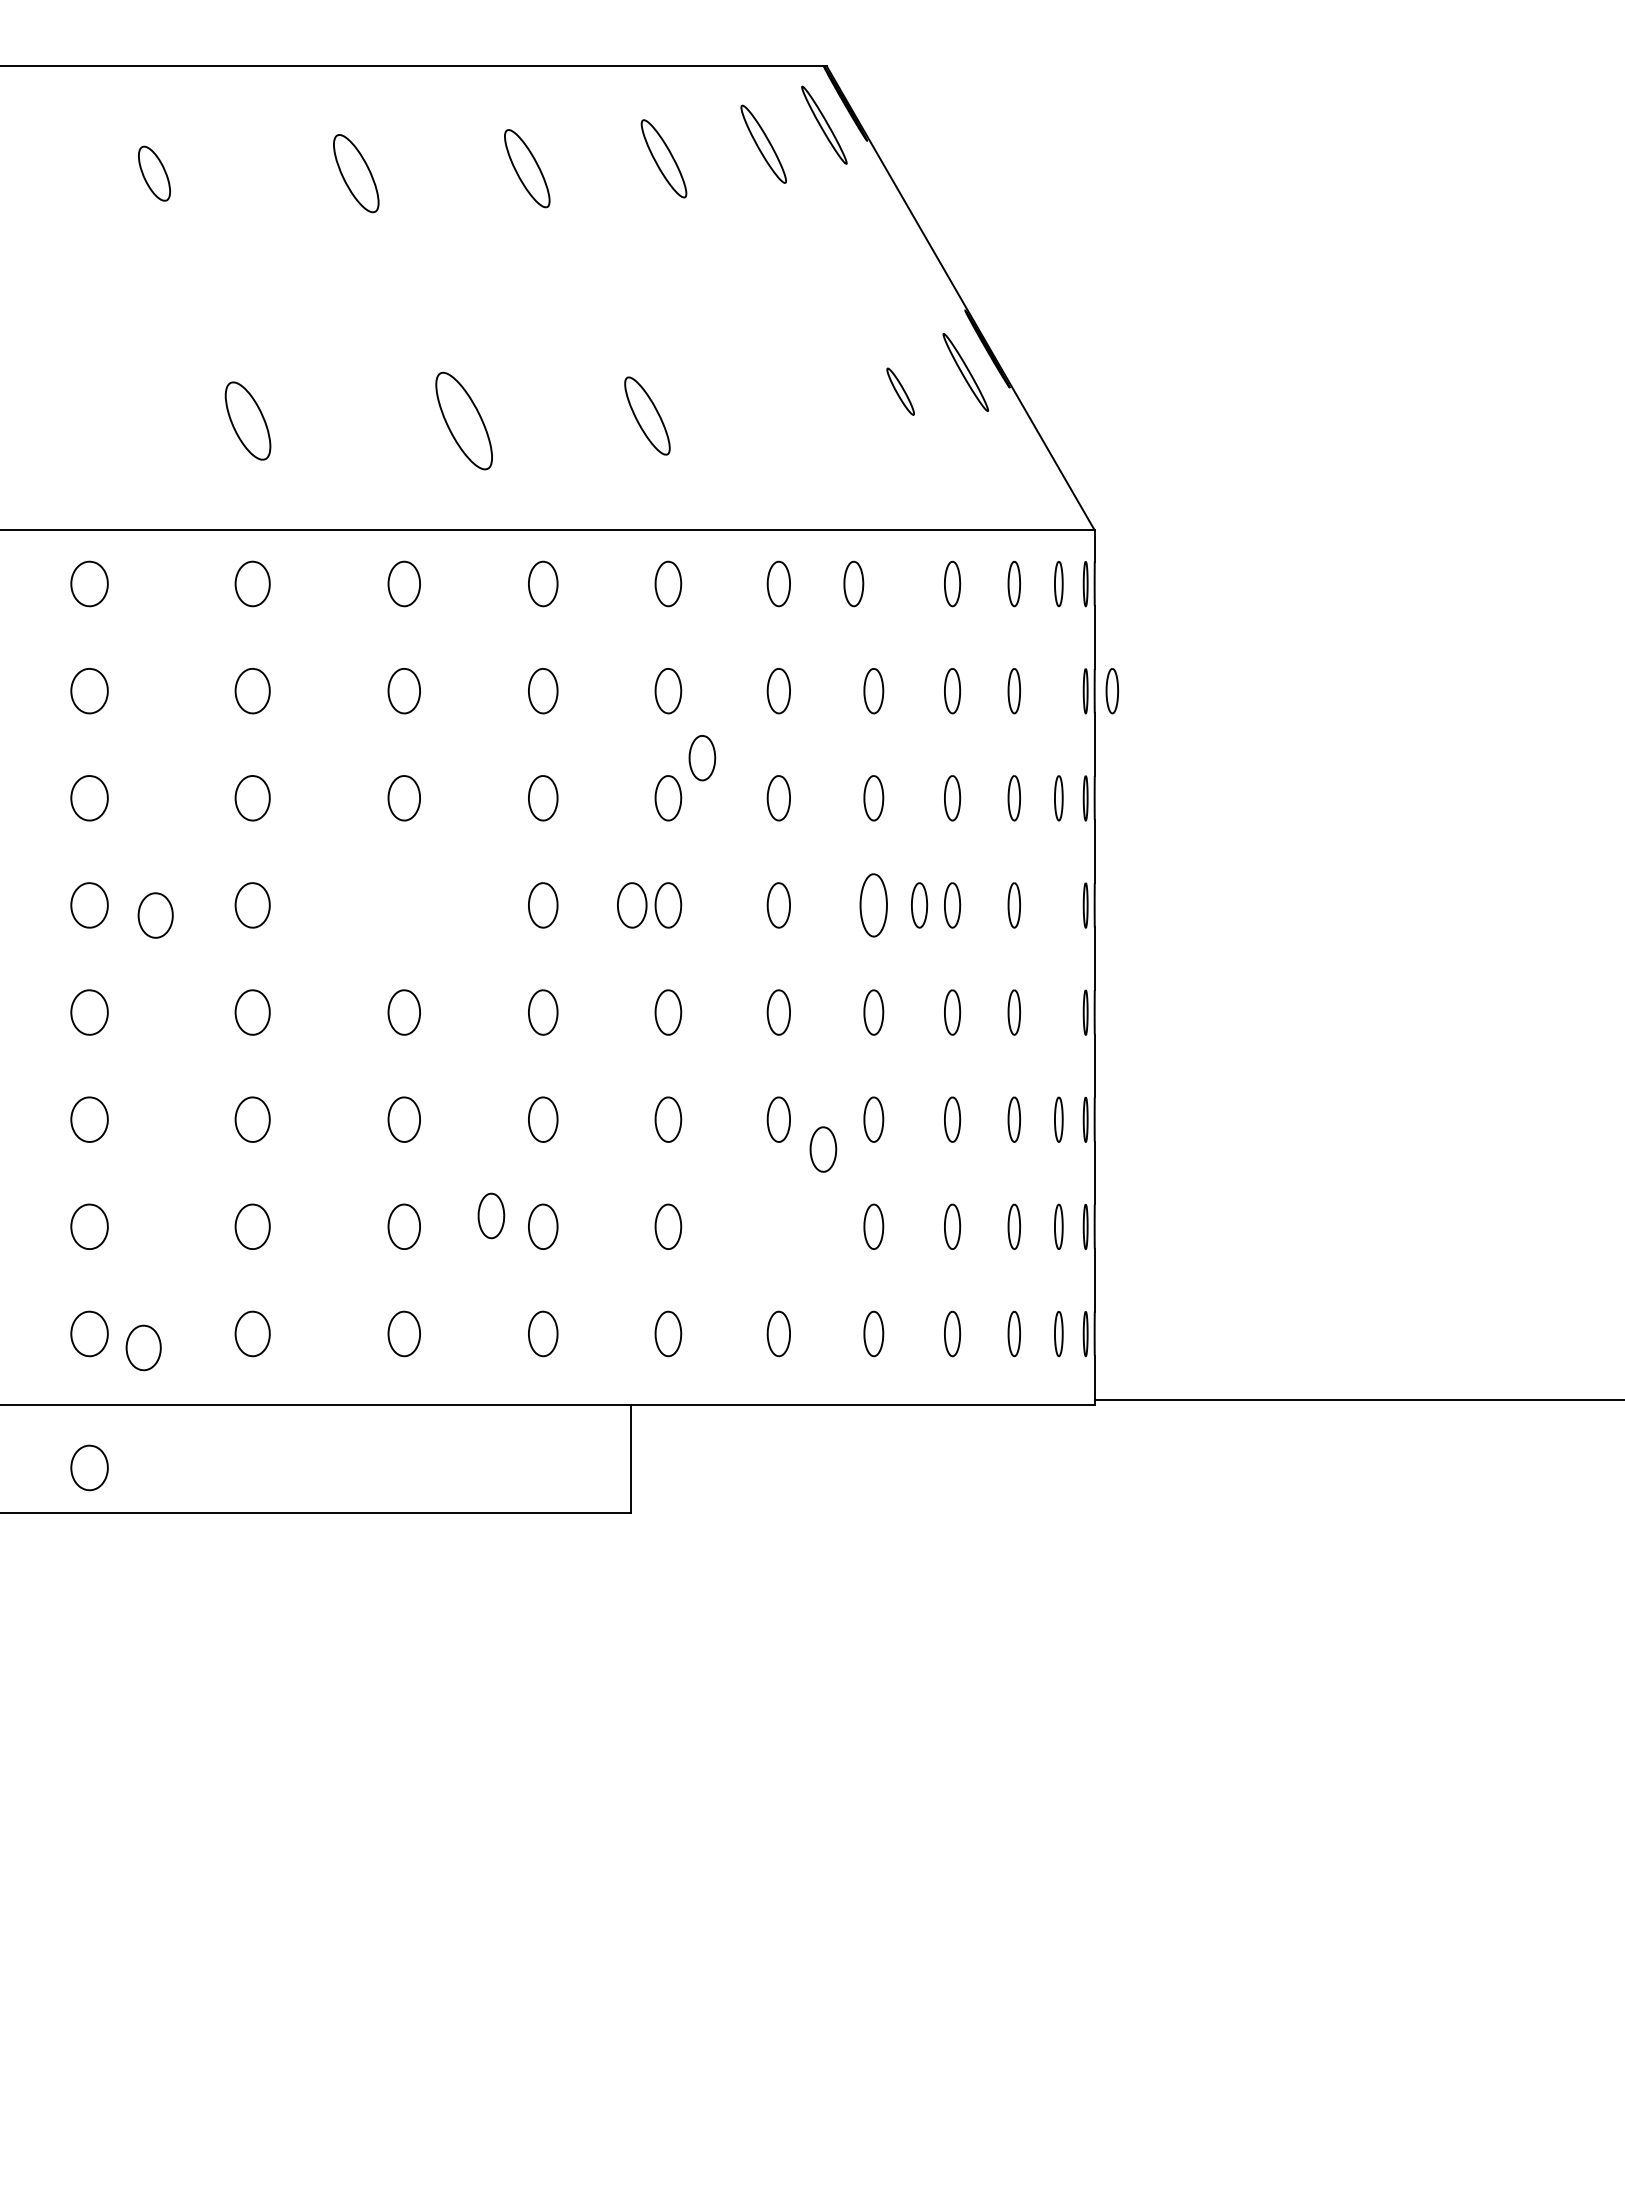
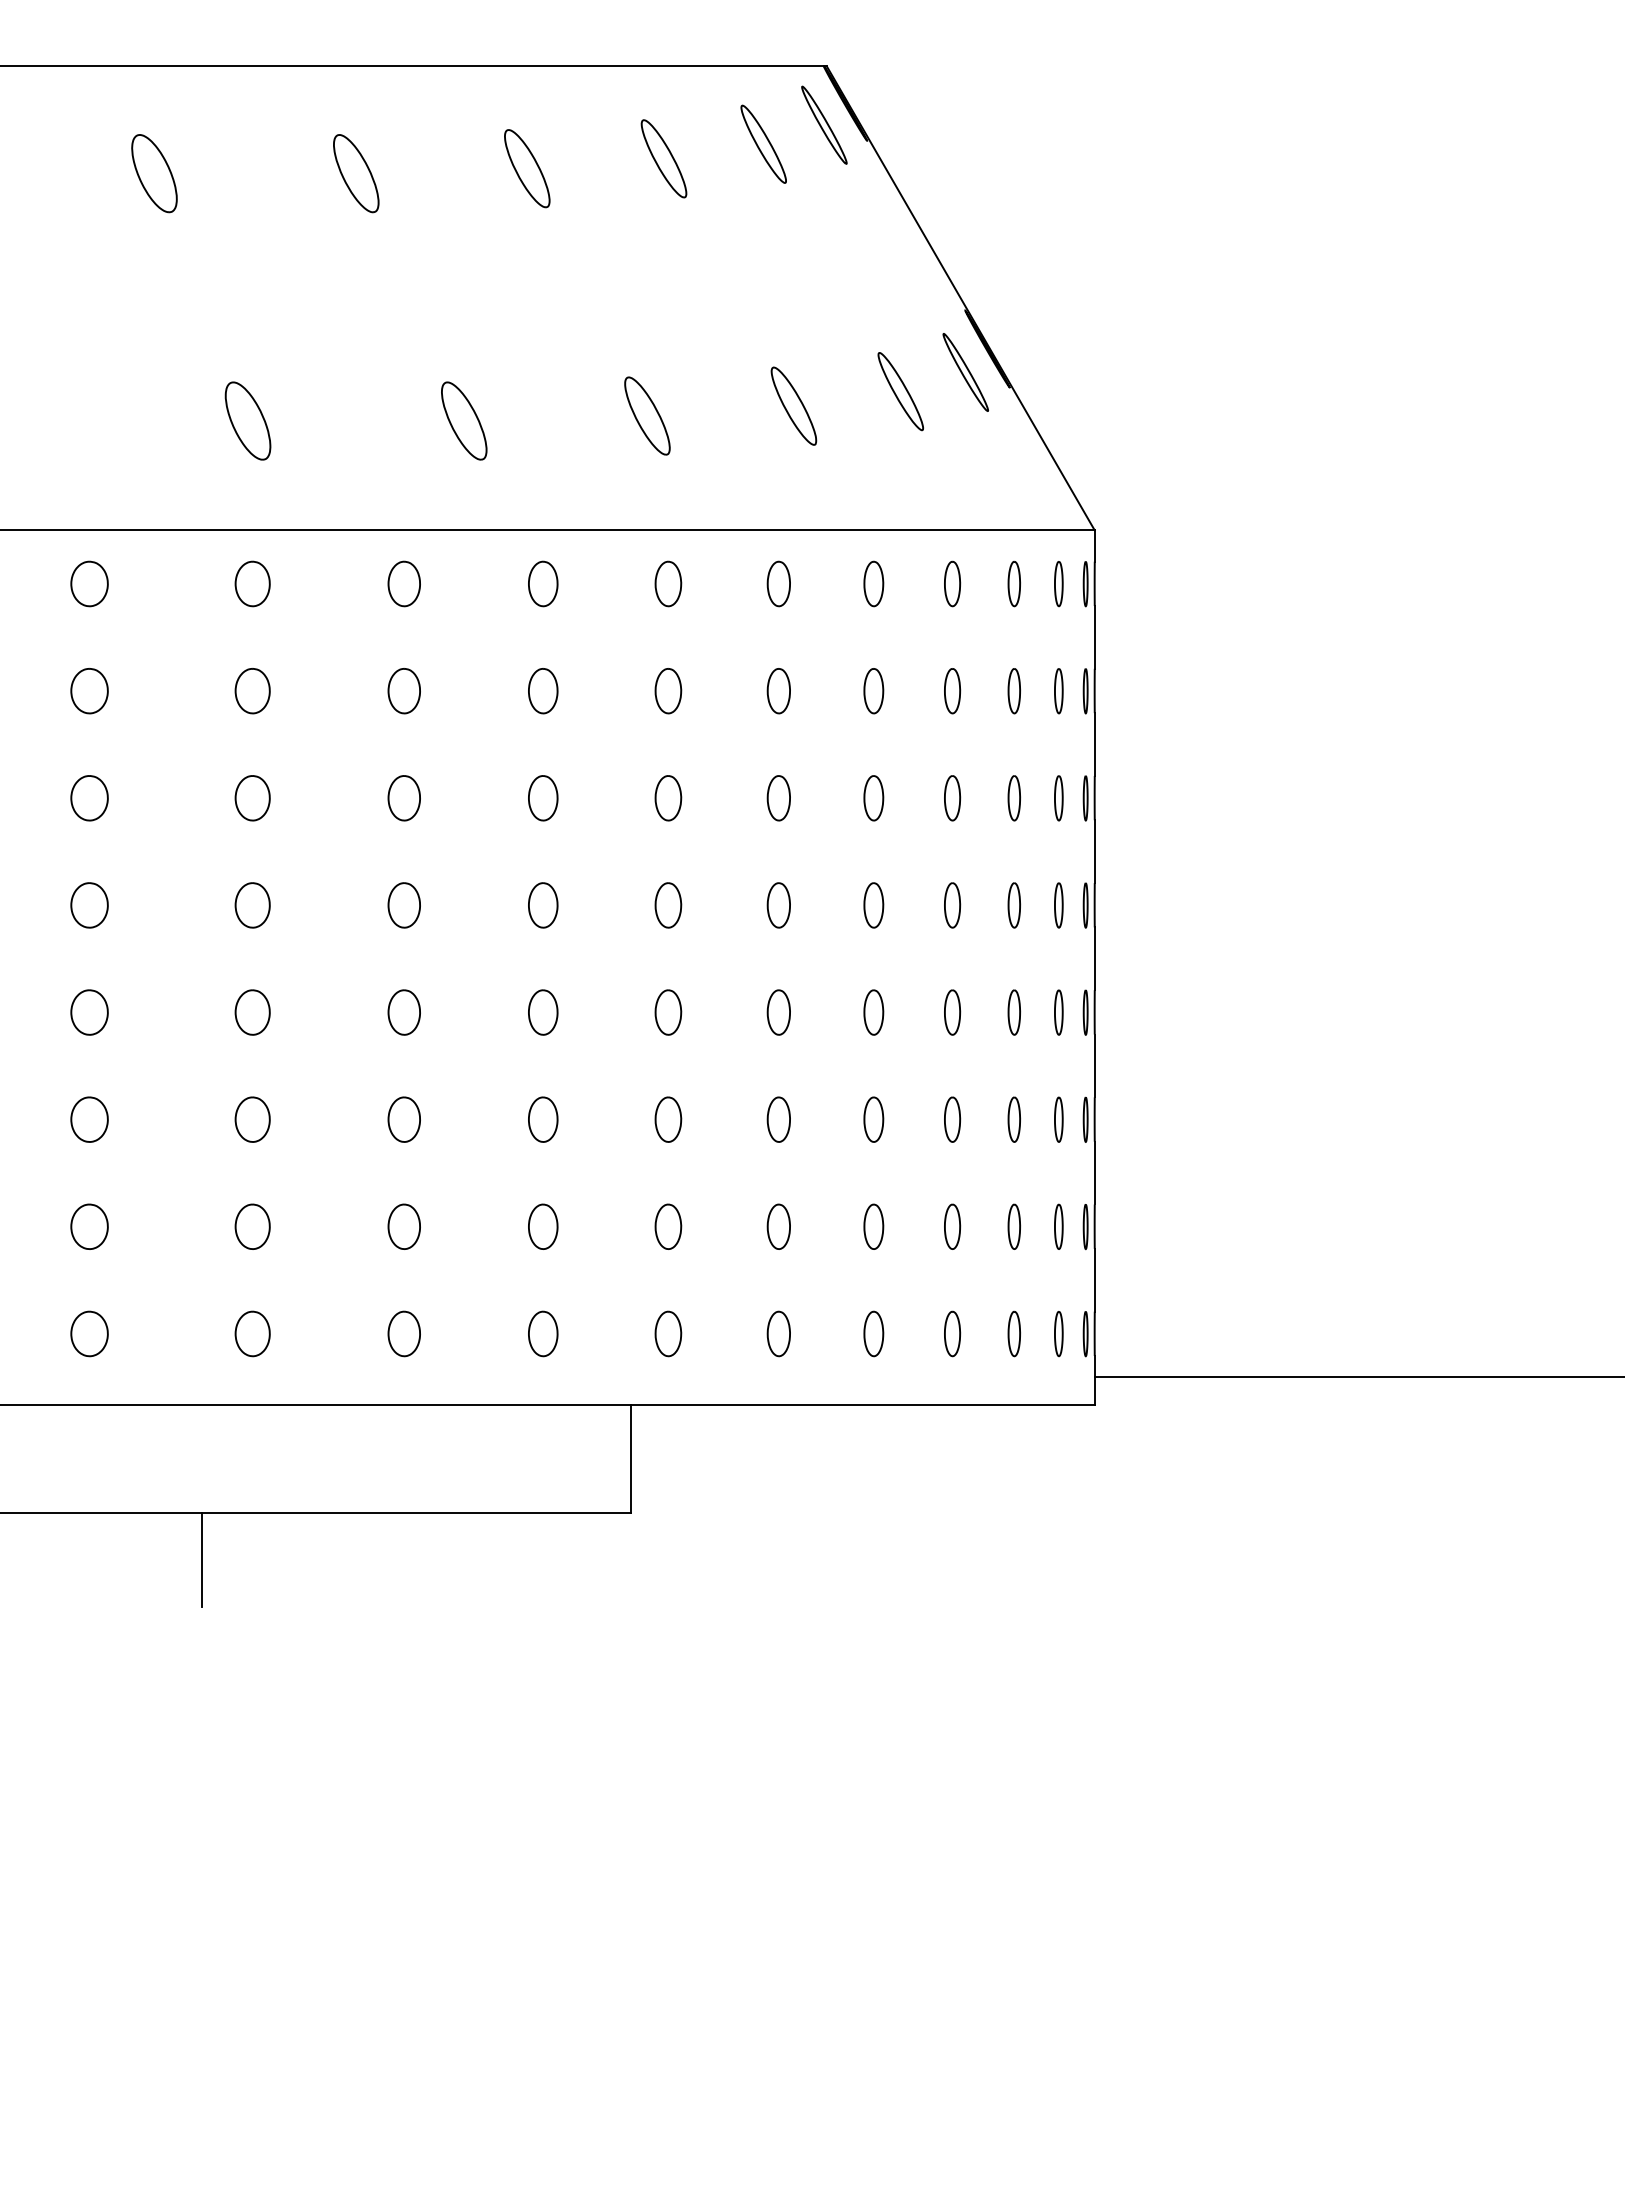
part at (154, 173) size: 33x57 px -> 47x80 px
part at (900, 391) size: 29x49 px -> 47x80 px
part at (793, 405): none -> present
part at (463, 420) size: 58x100 px -> 47x80 px
part at (853, 583) position: (853, 583) -> (873, 583)
part at (1058, 691): none -> present
part at (1111, 691): present -> none
part at (702, 758): present -> none
part at (403, 905): none -> present
part at (632, 905): present -> none
part at (873, 905) size: 29x65 px -> 22x47 px
part at (919, 905): present -> none
part at (1058, 905): none -> present
part at (155, 915): present -> none
part at (1058, 1012): none -> present
part at (823, 1149): present -> none
part at (491, 1215): present -> none
part at (778, 1226): none -> present
part at (143, 1347): present -> none
line at (1357, 1400) position: (1357, 1400) -> (1357, 1377)
part at (89, 1467): present -> none
line at (201, 1559): none -> present
